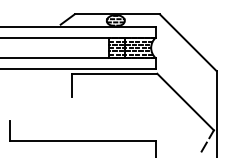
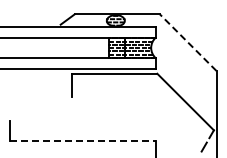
line at (187, 42): solid -> dashed
line at (82, 140): solid -> dashed
